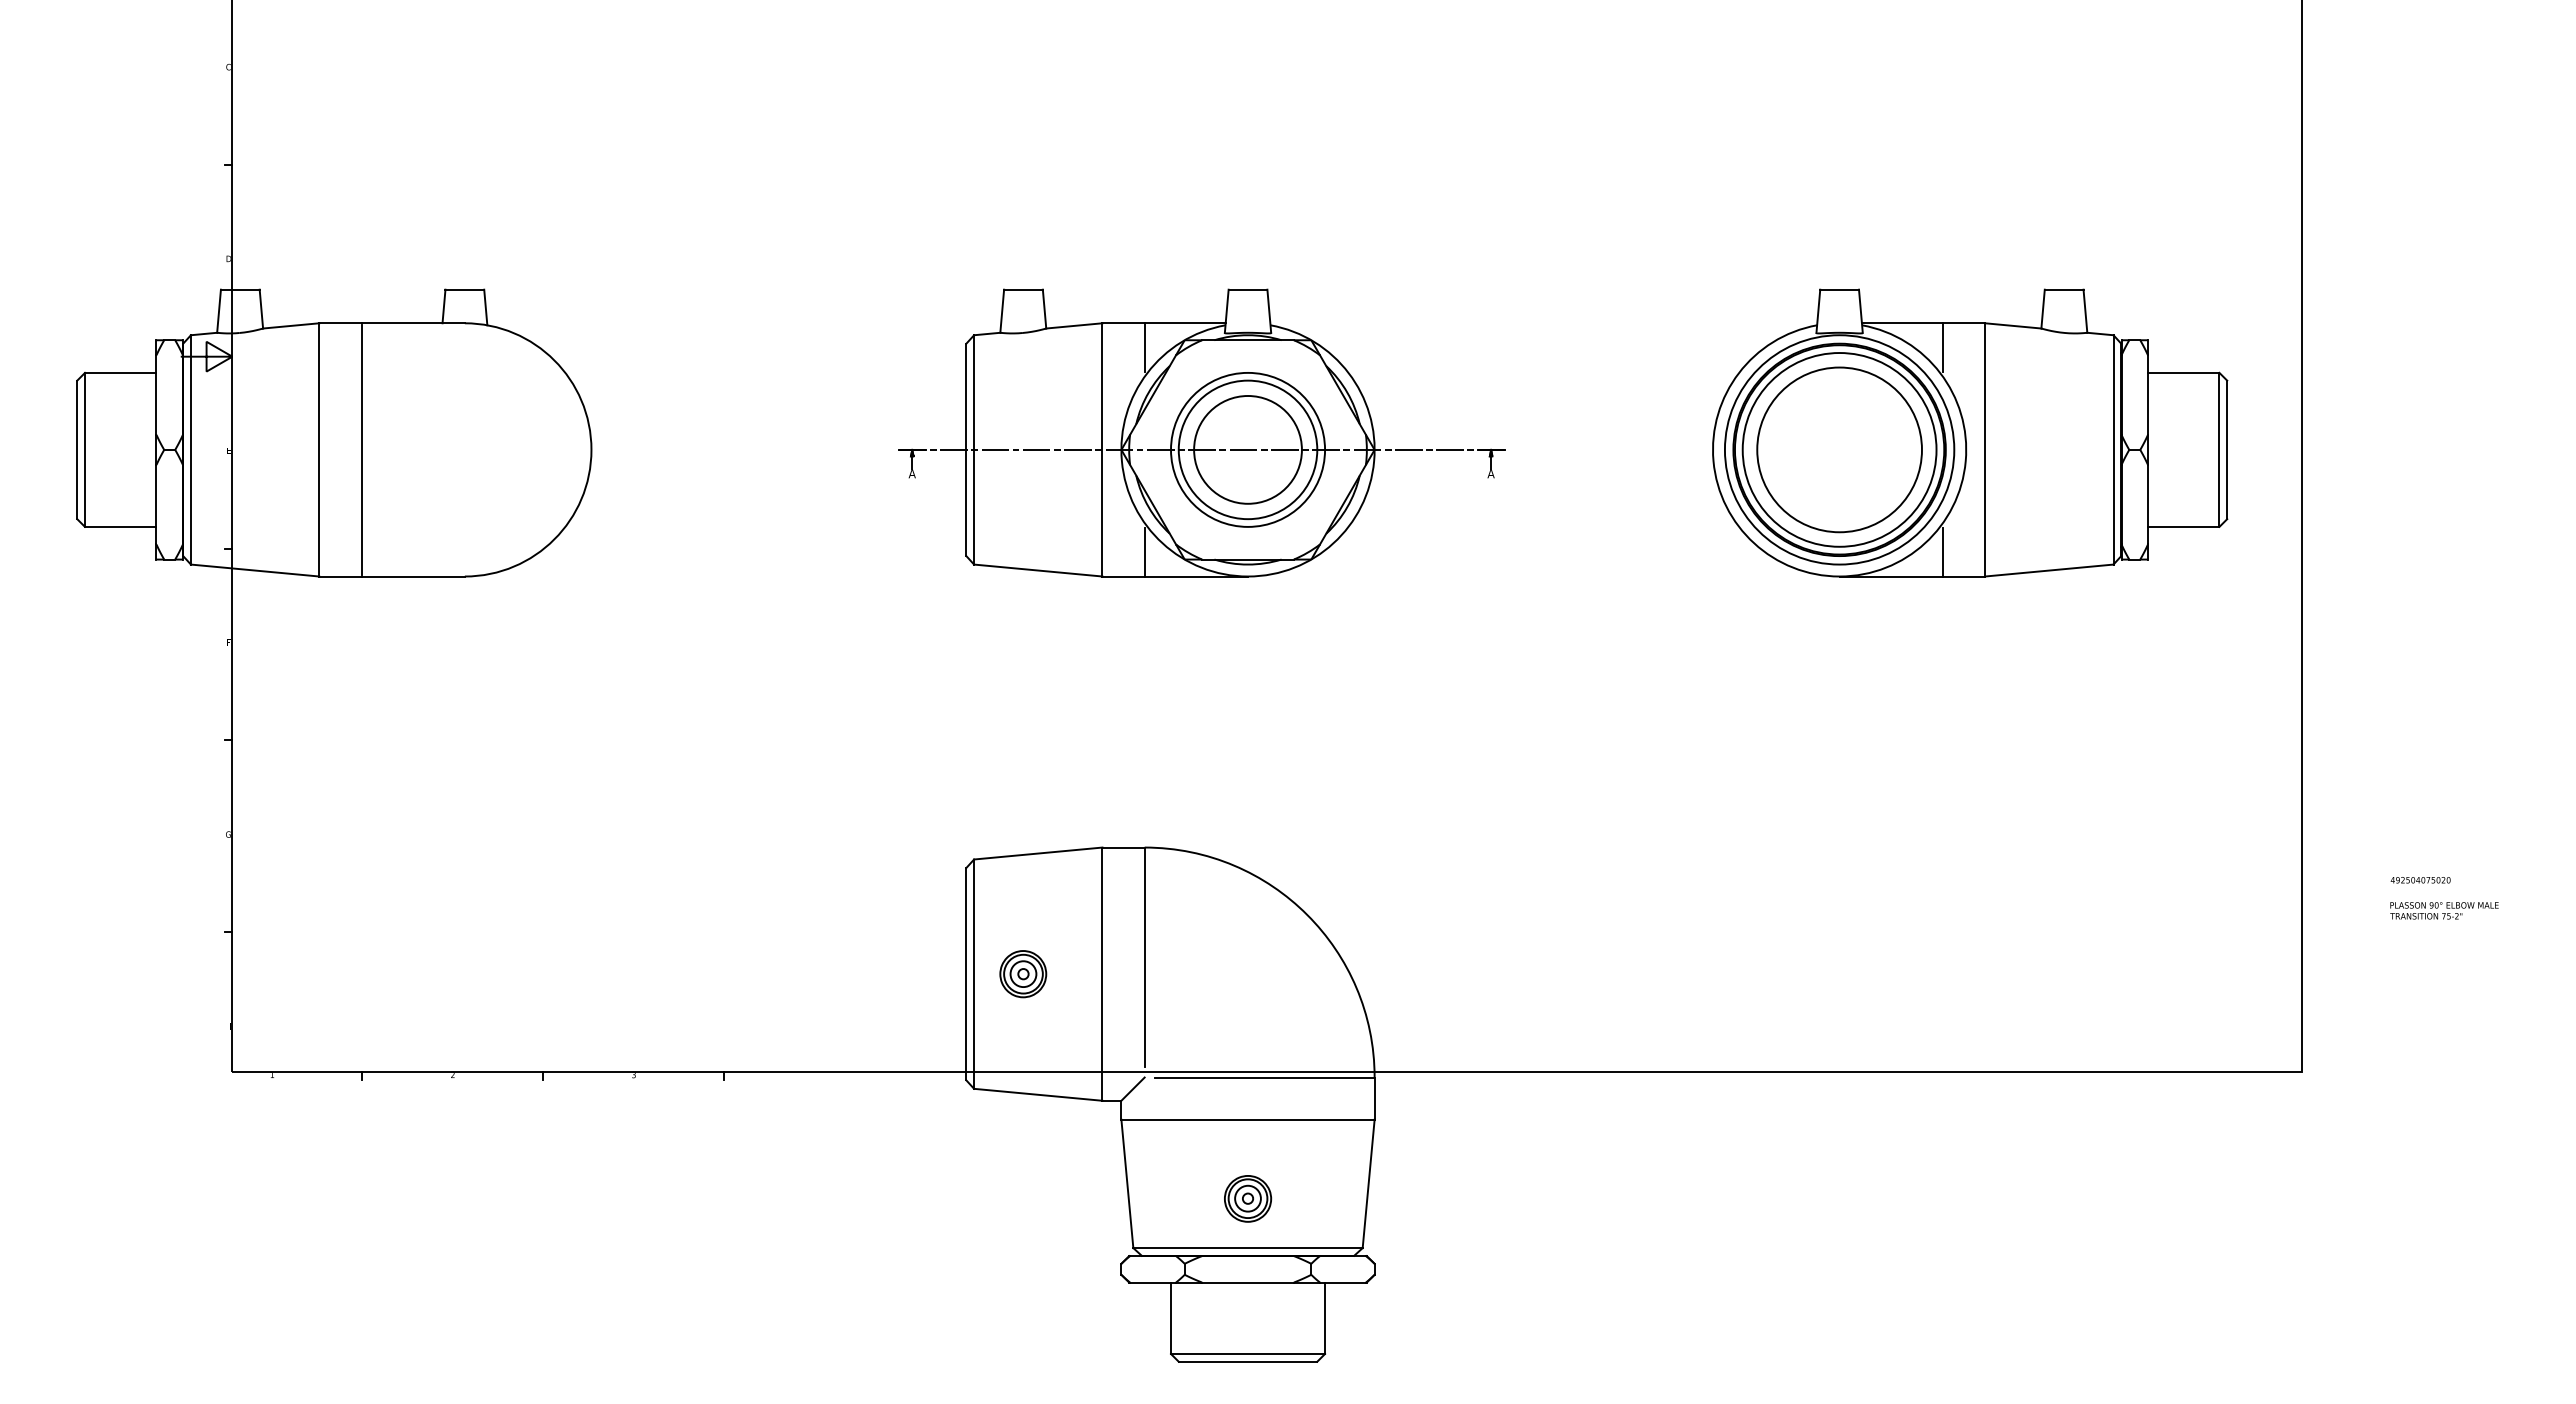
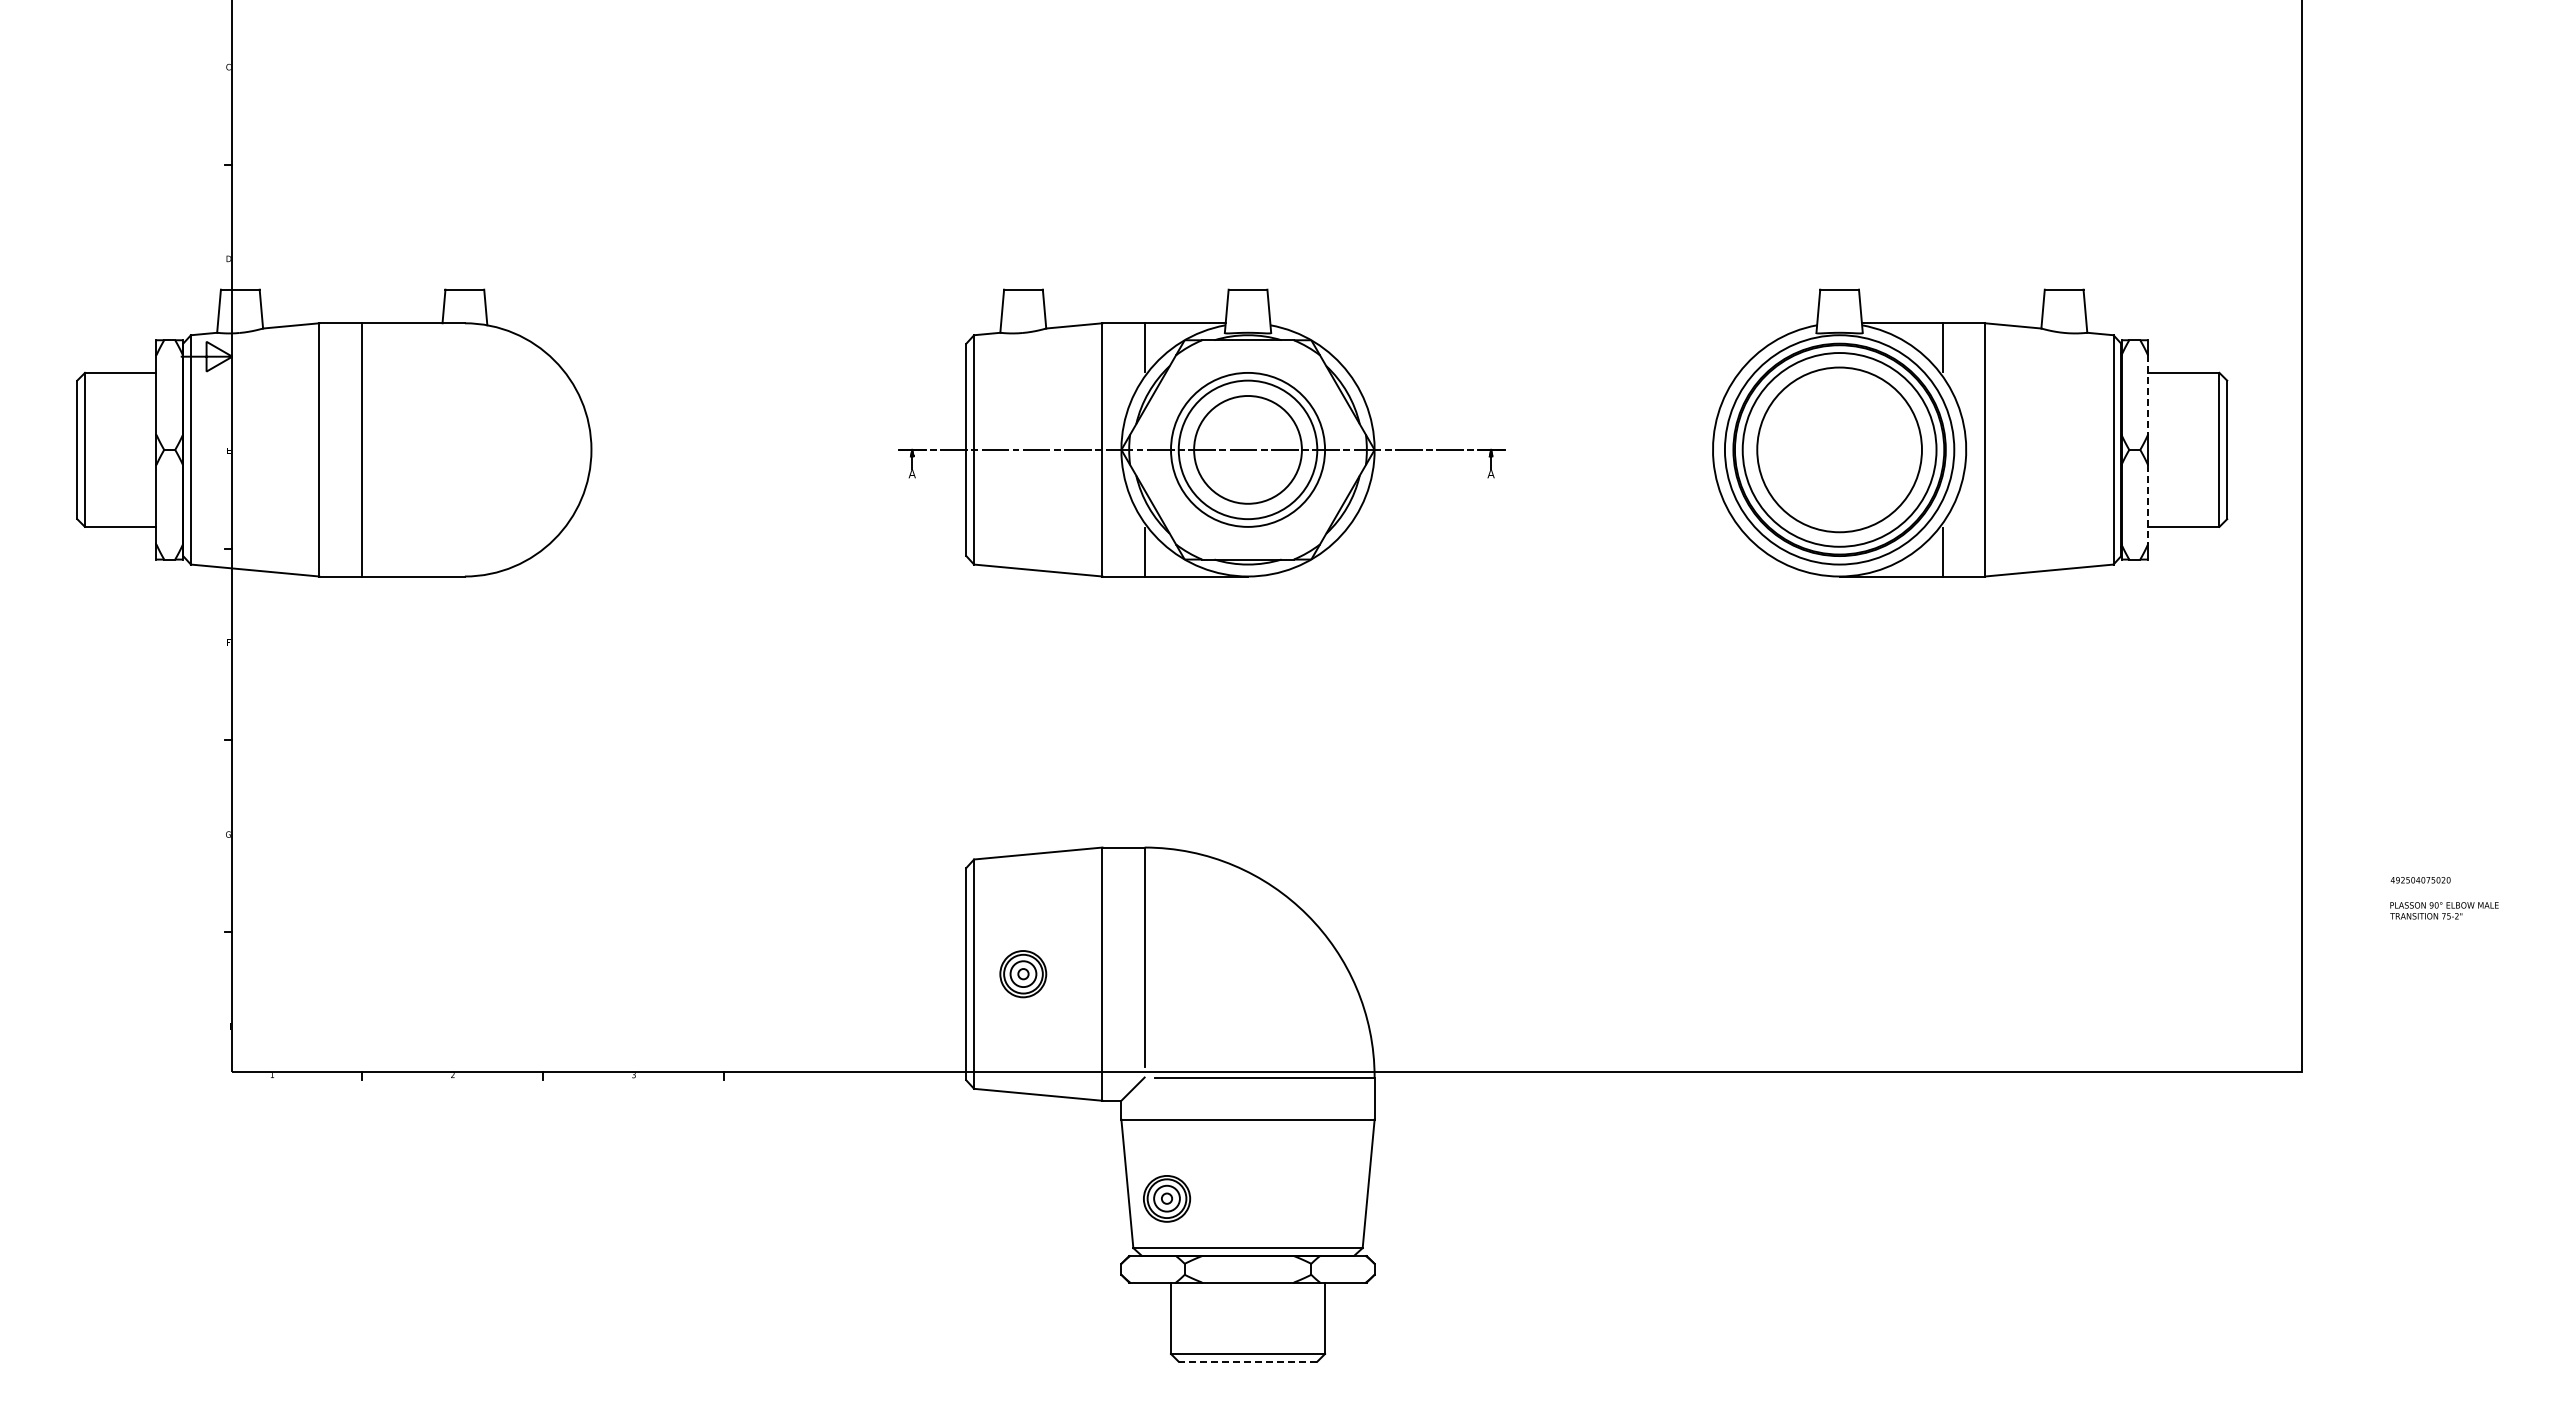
line at (2148, 395): solid -> dashed
line at (2148, 504): solid -> dashed
part at (1248, 1198) position: (1248, 1198) -> (1167, 1198)
line at (1247, 1361): solid -> dashed
